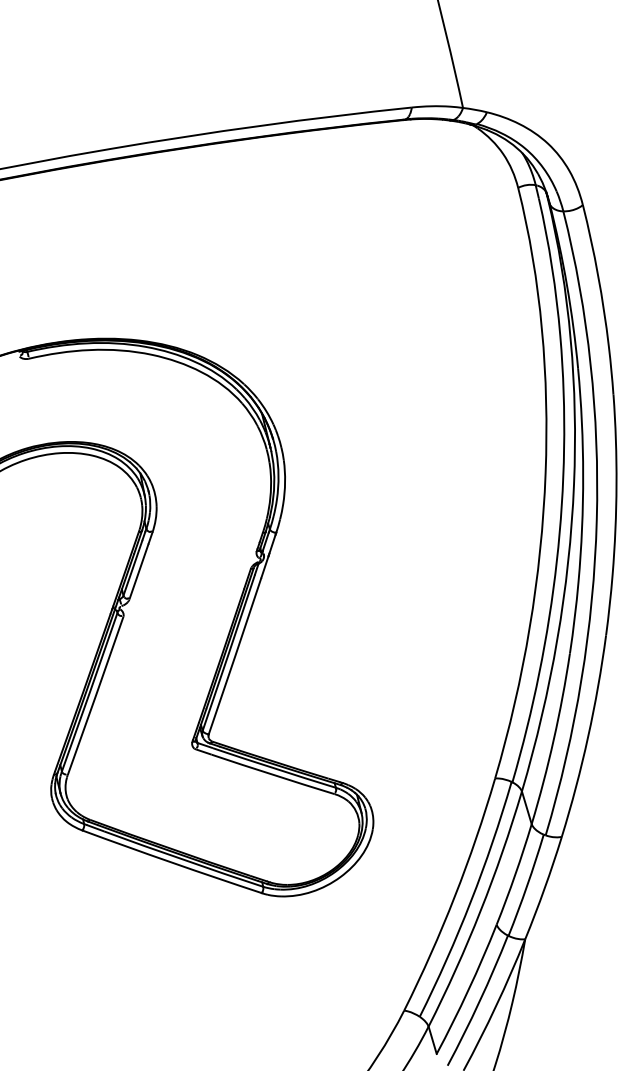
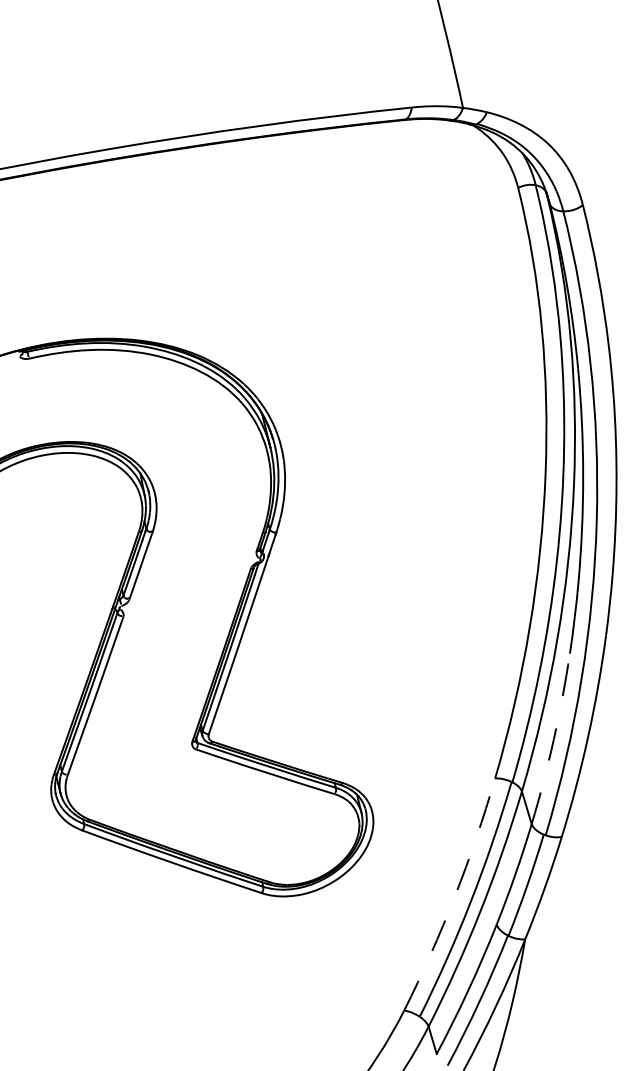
arc at (553, 739): solid -> dashed
arc at (454, 896): solid -> dashed
